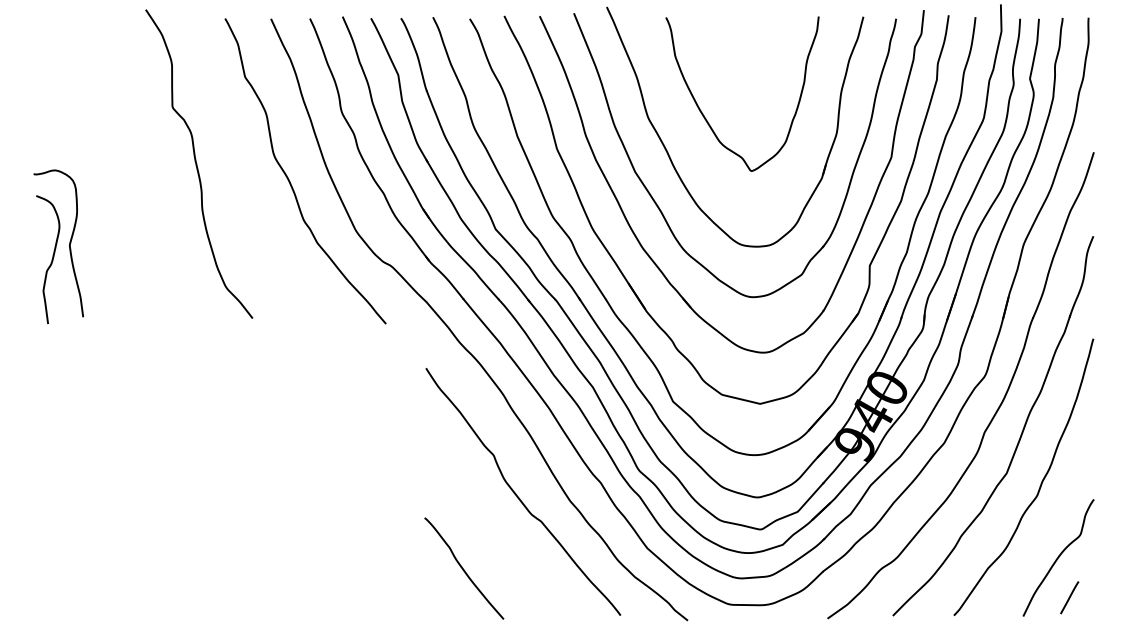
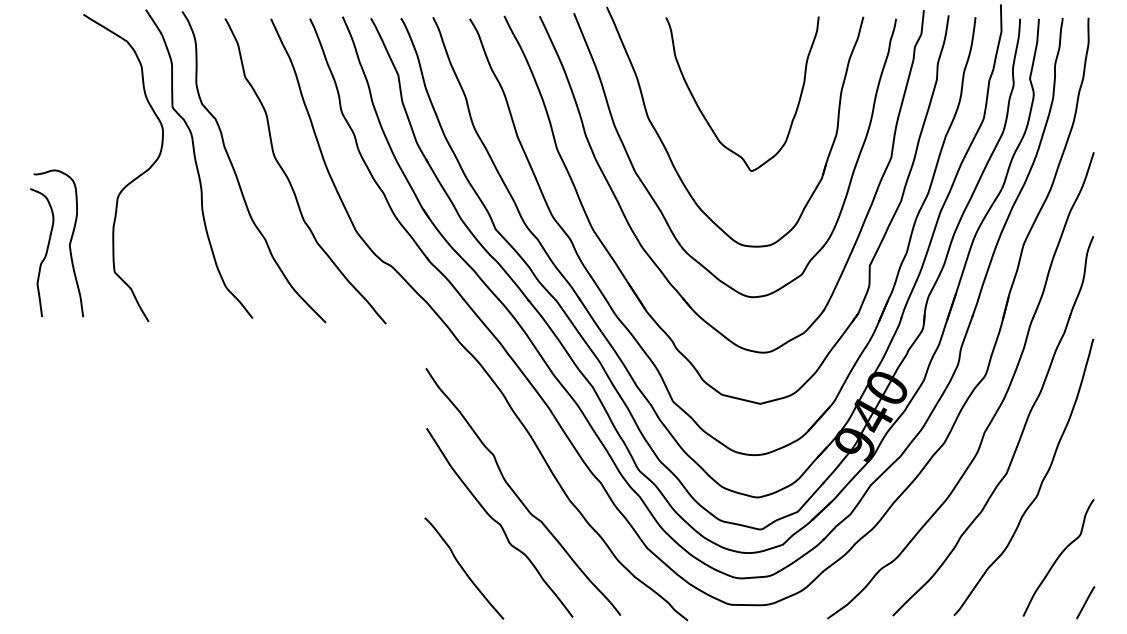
curve at (237, 175): none -> present
curve at (131, 180): none -> present
curve at (51, 259) position: (51, 259) -> (45, 252)
curve at (499, 522): none -> present
line at (1069, 597) position: (1069, 597) -> (1085, 602)
